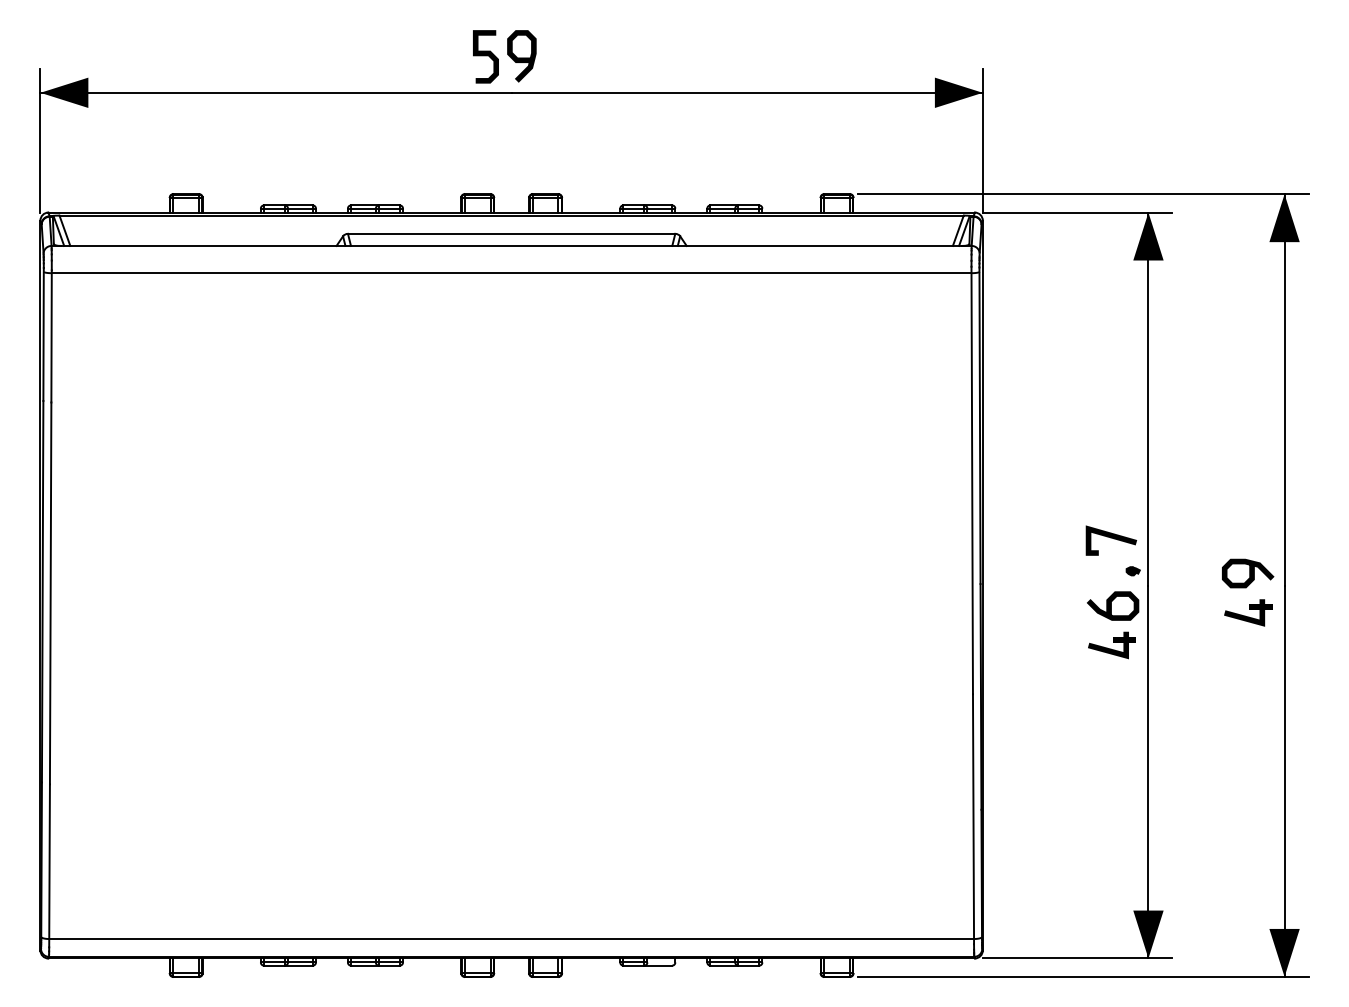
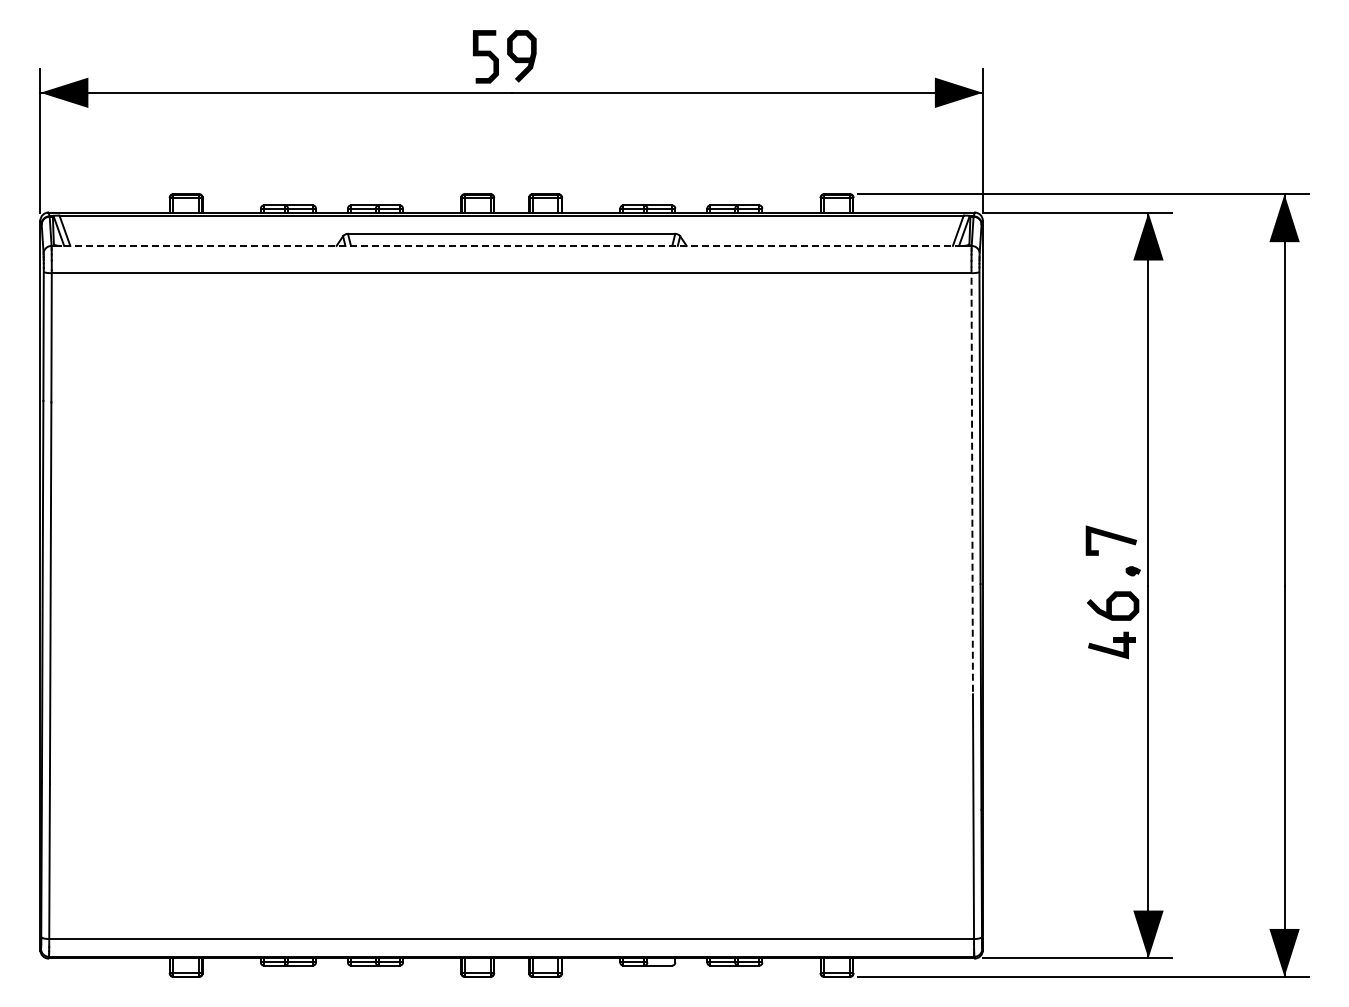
line at (511, 245): solid -> dashed
line at (972, 480): solid -> dashed
curve at (1249, 573): present -> none
part at (1248, 612): present -> none
